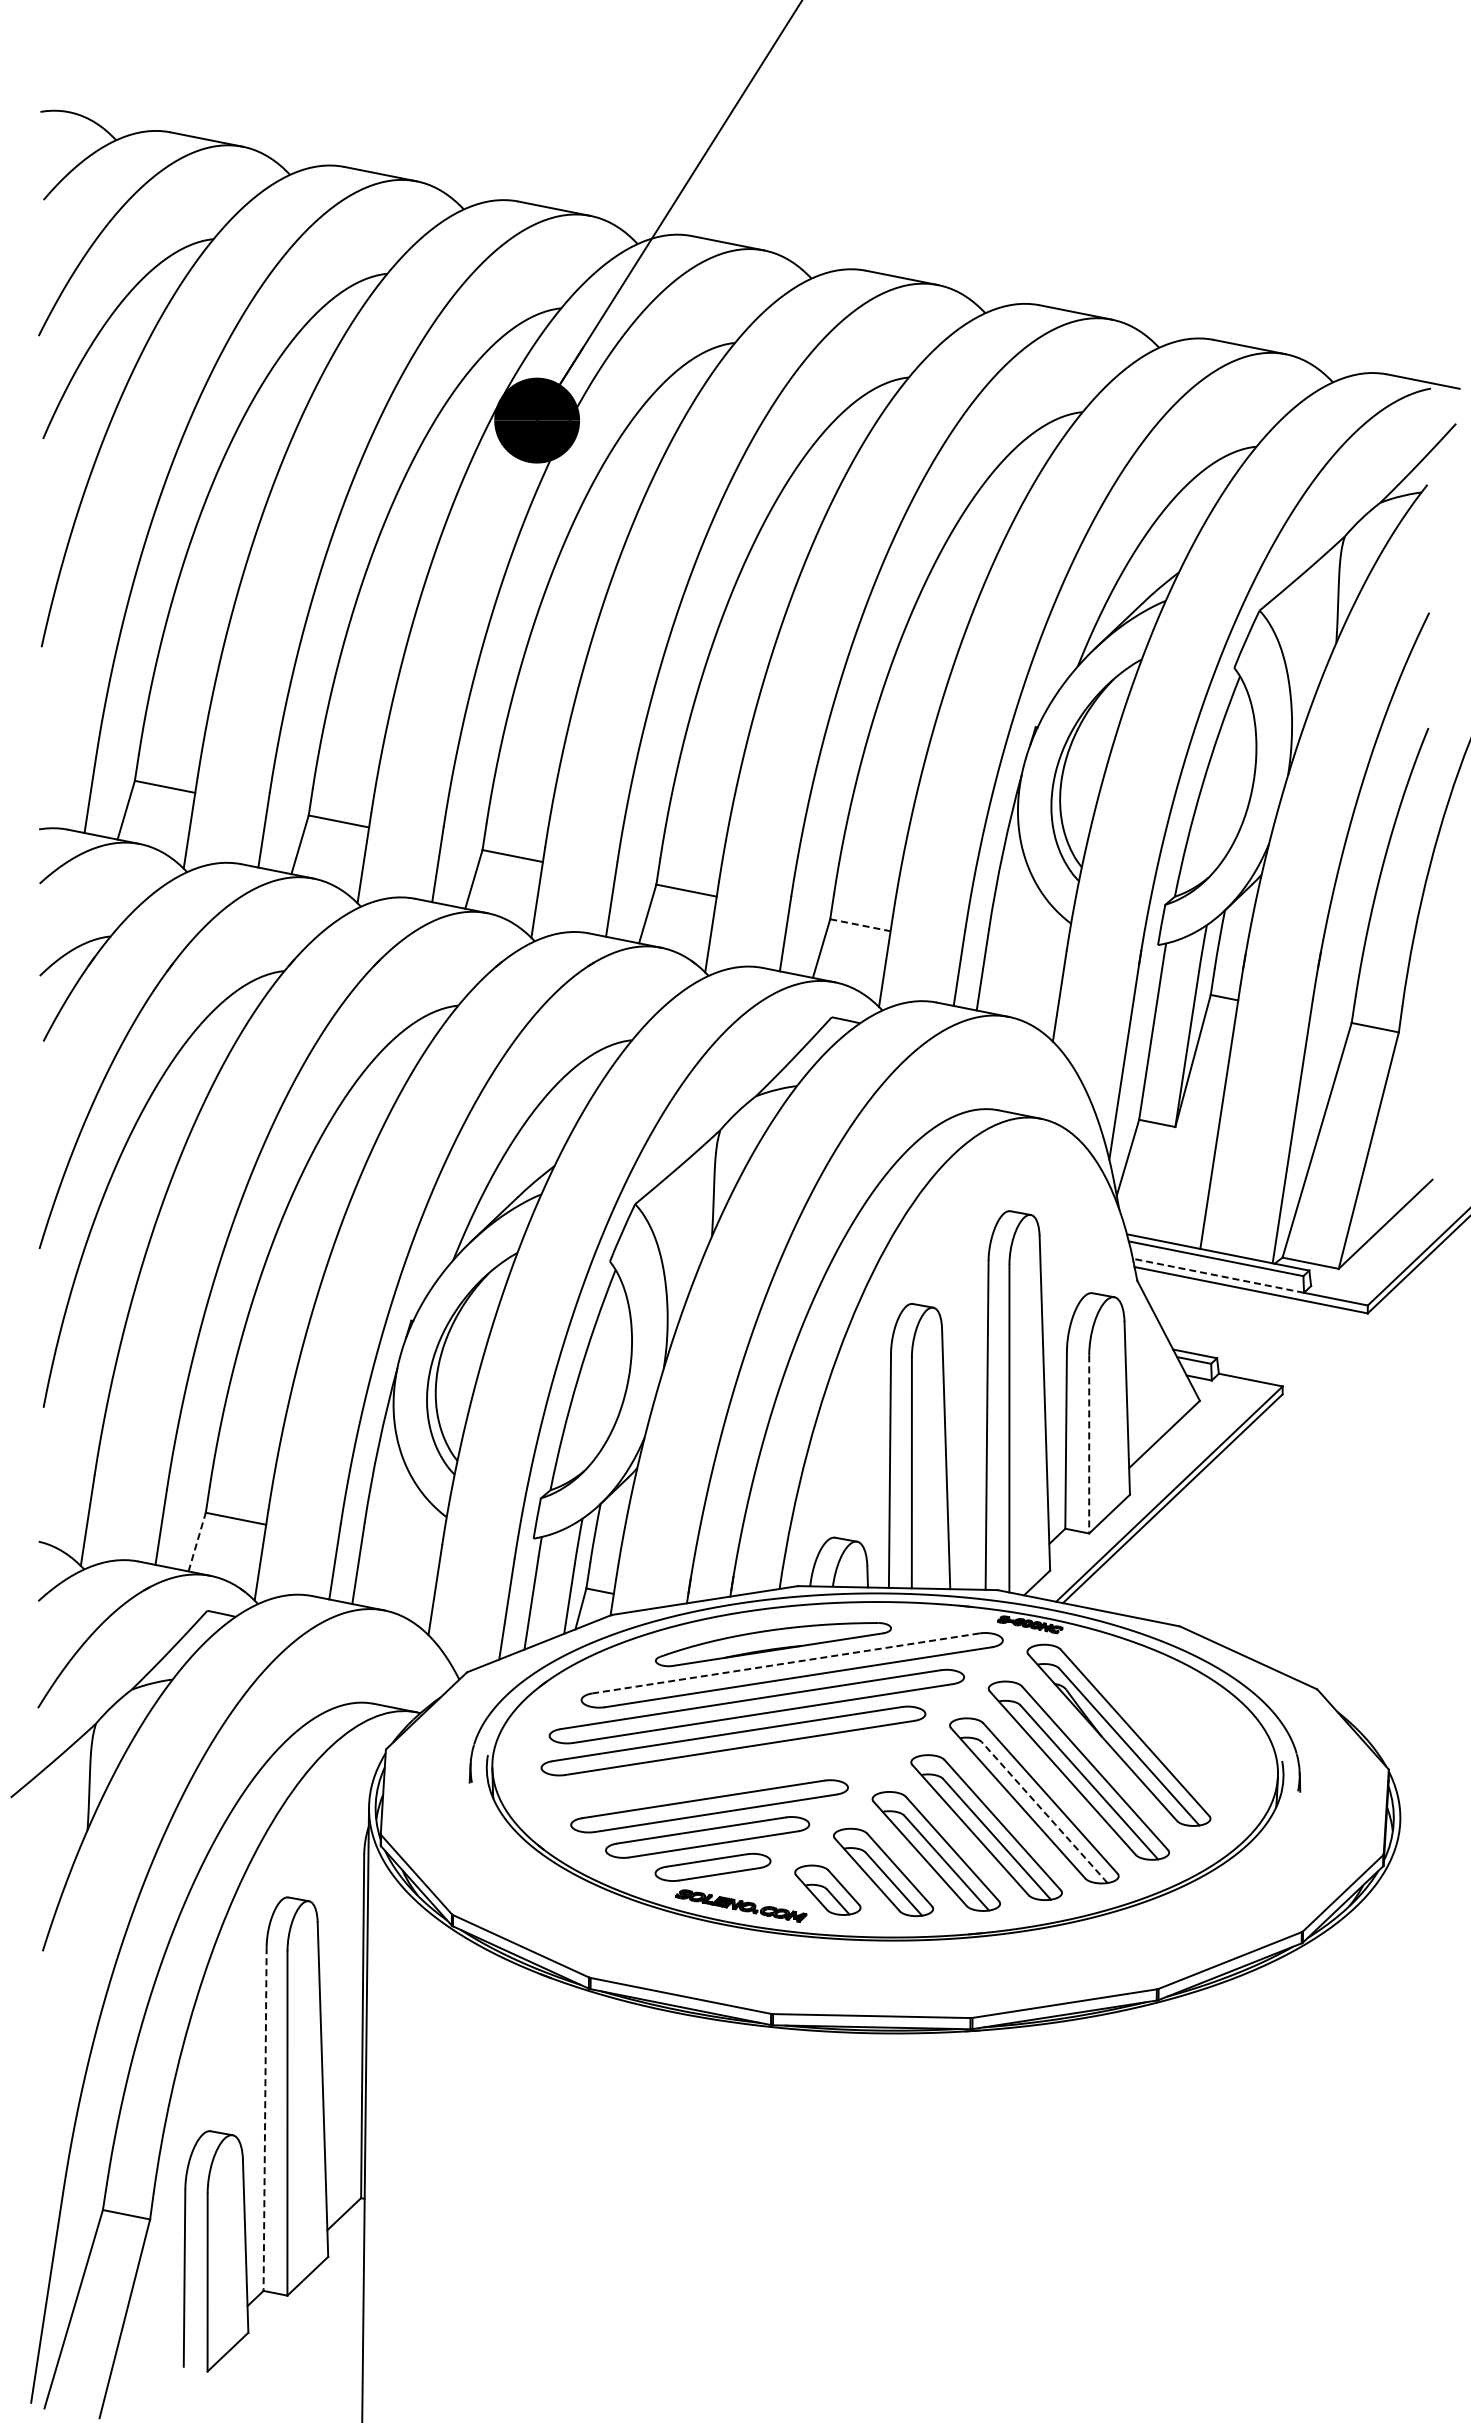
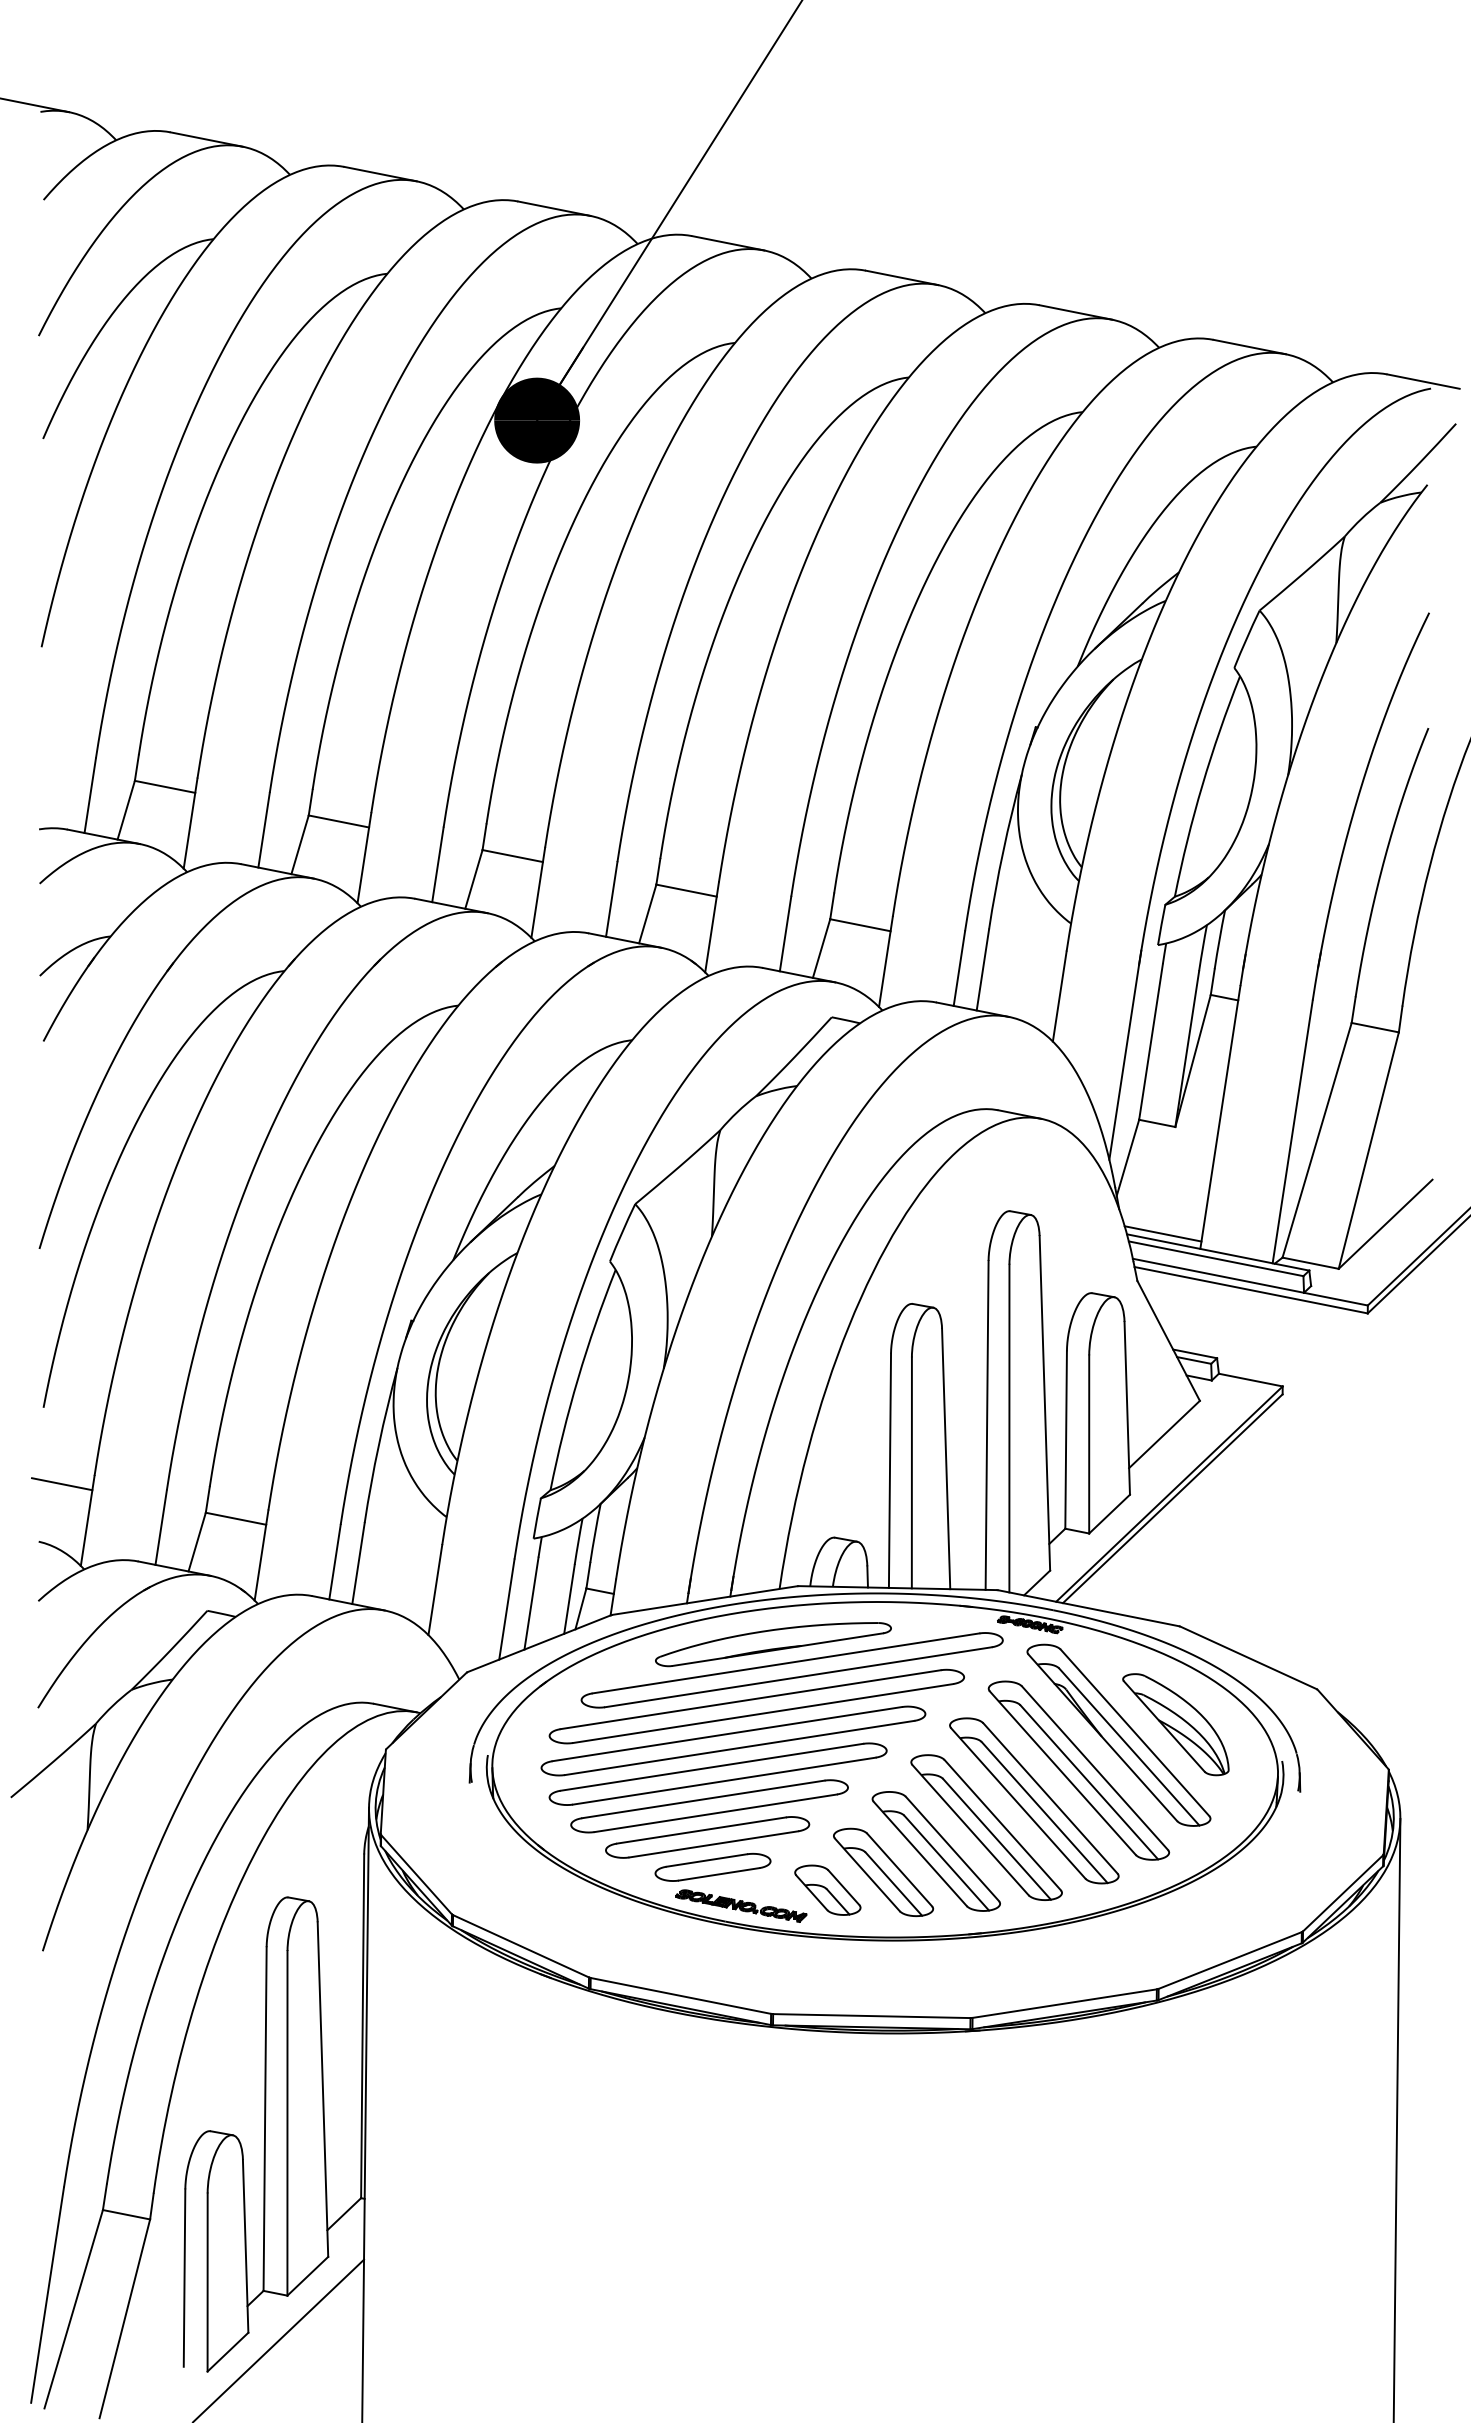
line at (35, 105): none -> present
line at (860, 925): dashed -> solid
line at (1162, 1233): none -> present
line at (1217, 1275): dashed -> solid
line at (1089, 1444): dashed -> solid
line at (62, 1484): none -> present
line at (197, 1542): dashed -> solid
line at (786, 1663): dashed -> solid
part at (1175, 1724): none -> present
part at (717, 1773): none -> present
line at (1044, 1812): dashed -> solid
line at (1396, 2118): none -> present
line at (265, 2119): dashed -> solid
line at (279, 2339): none -> present
